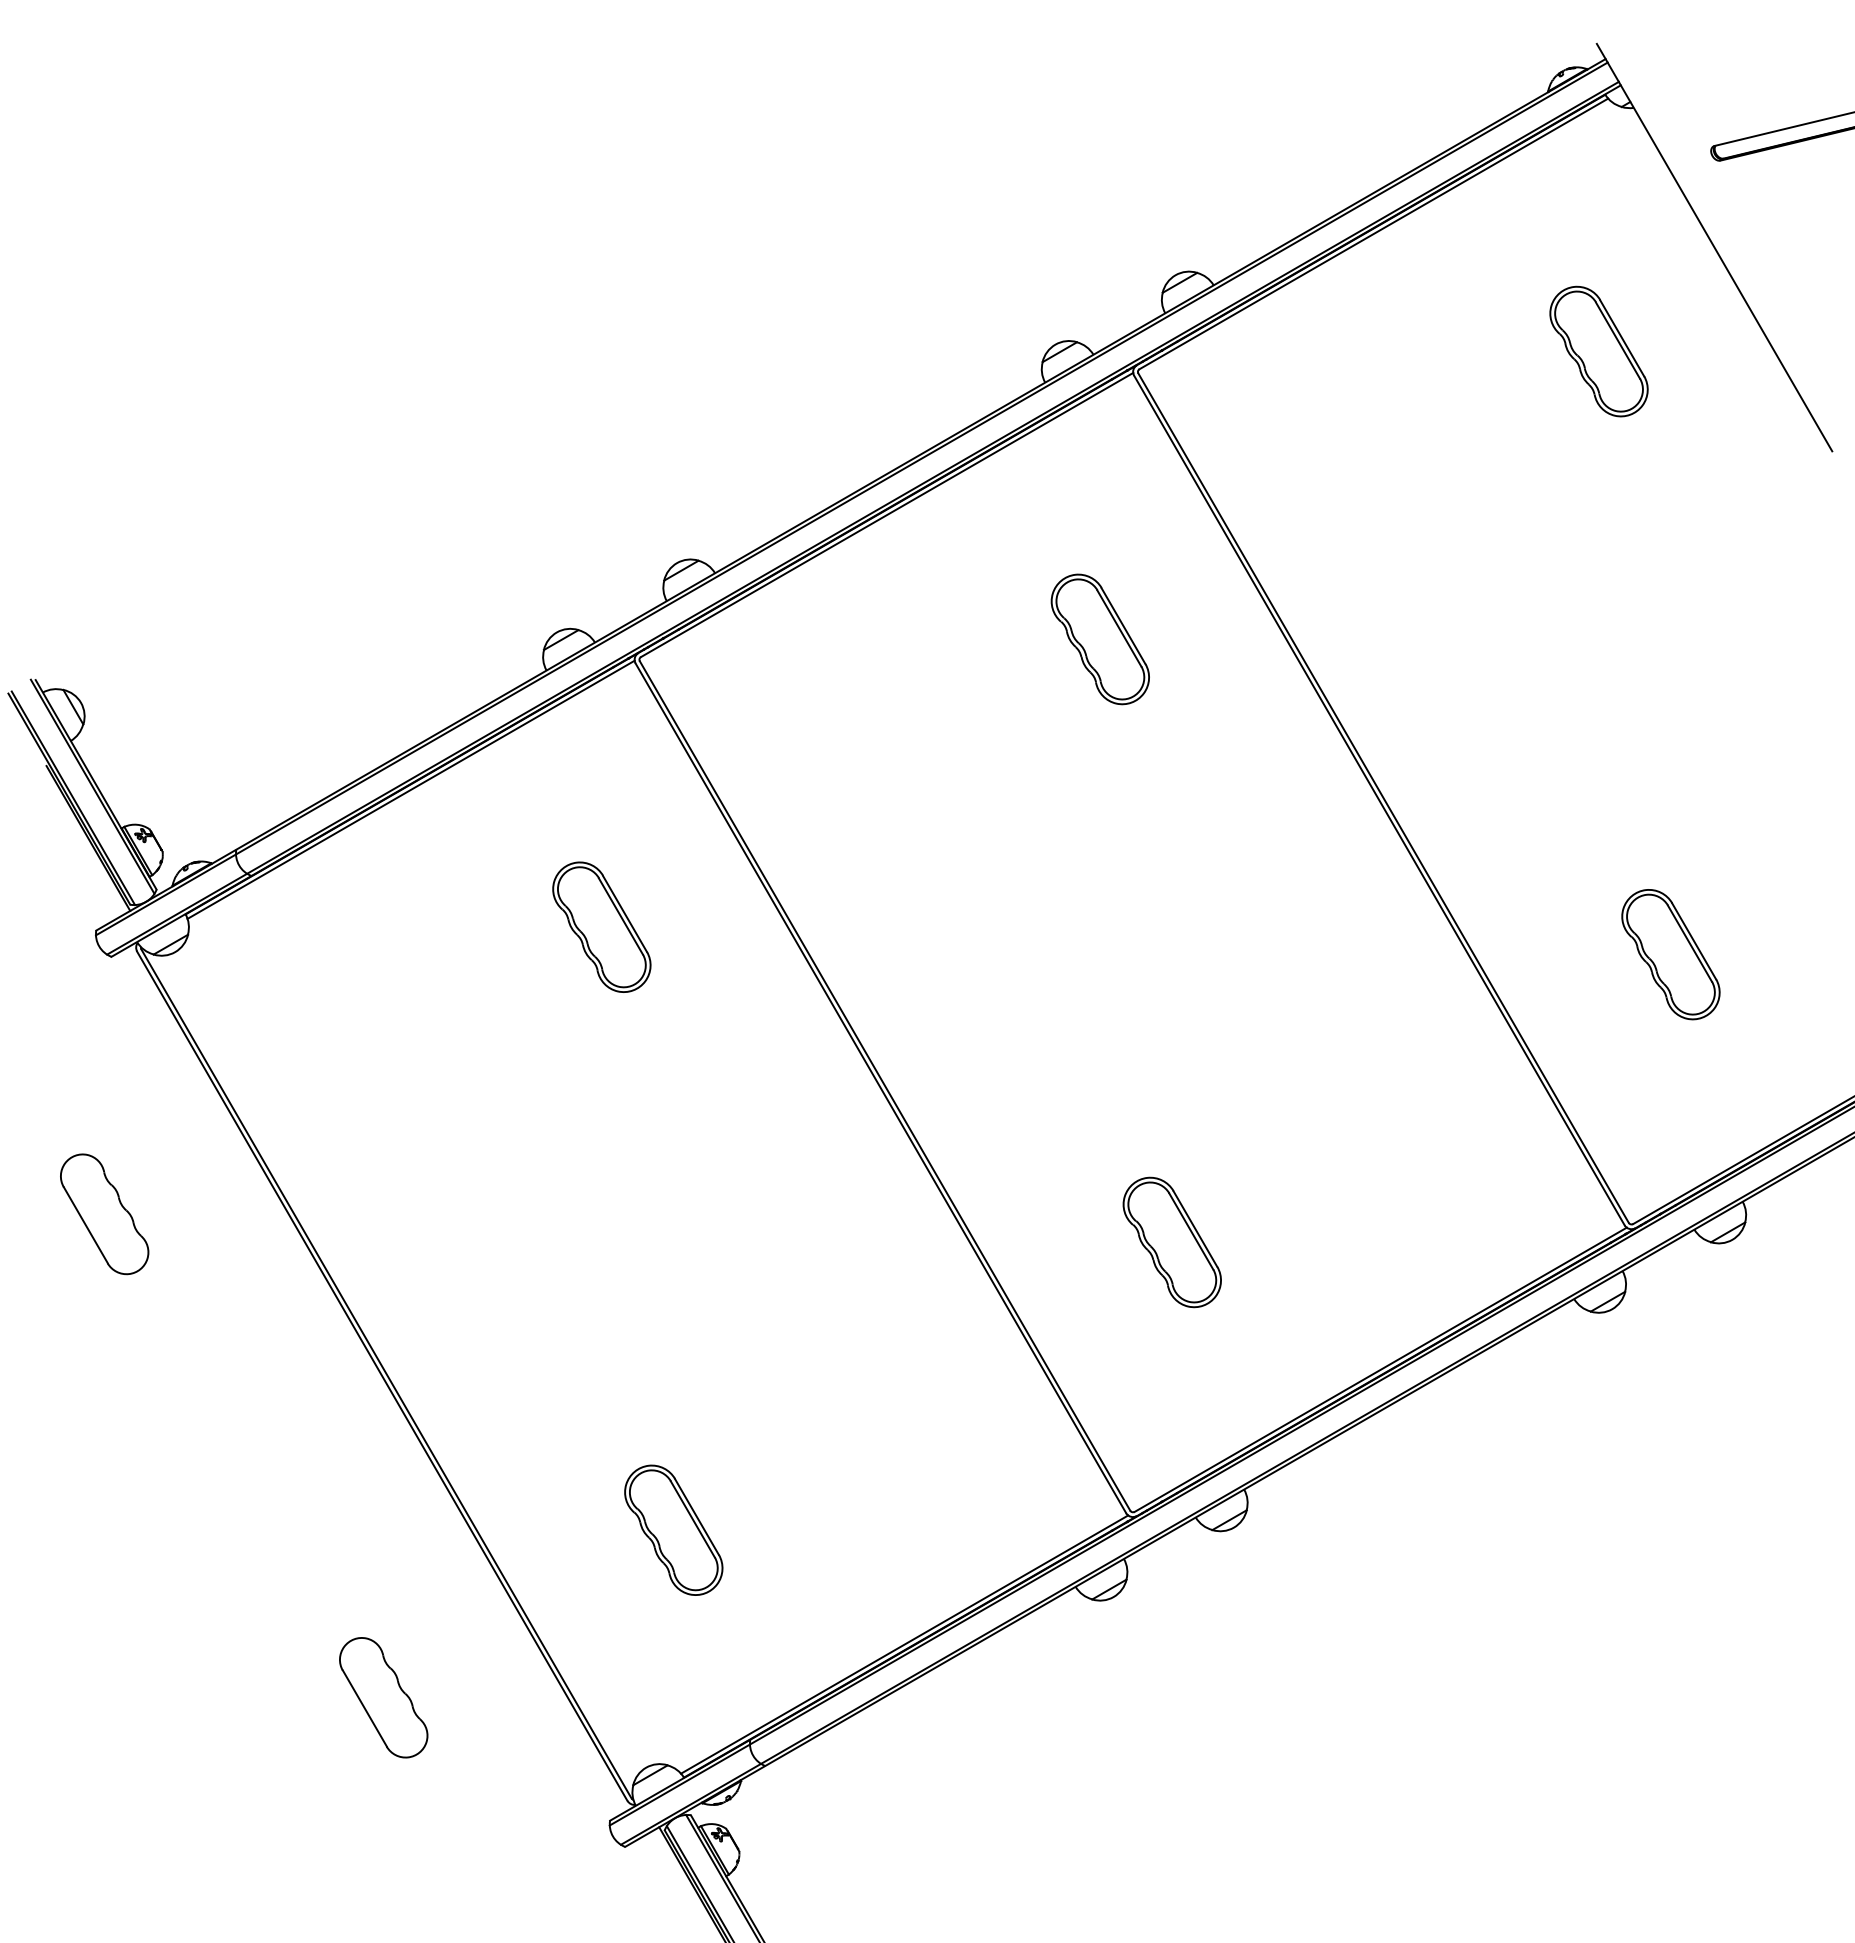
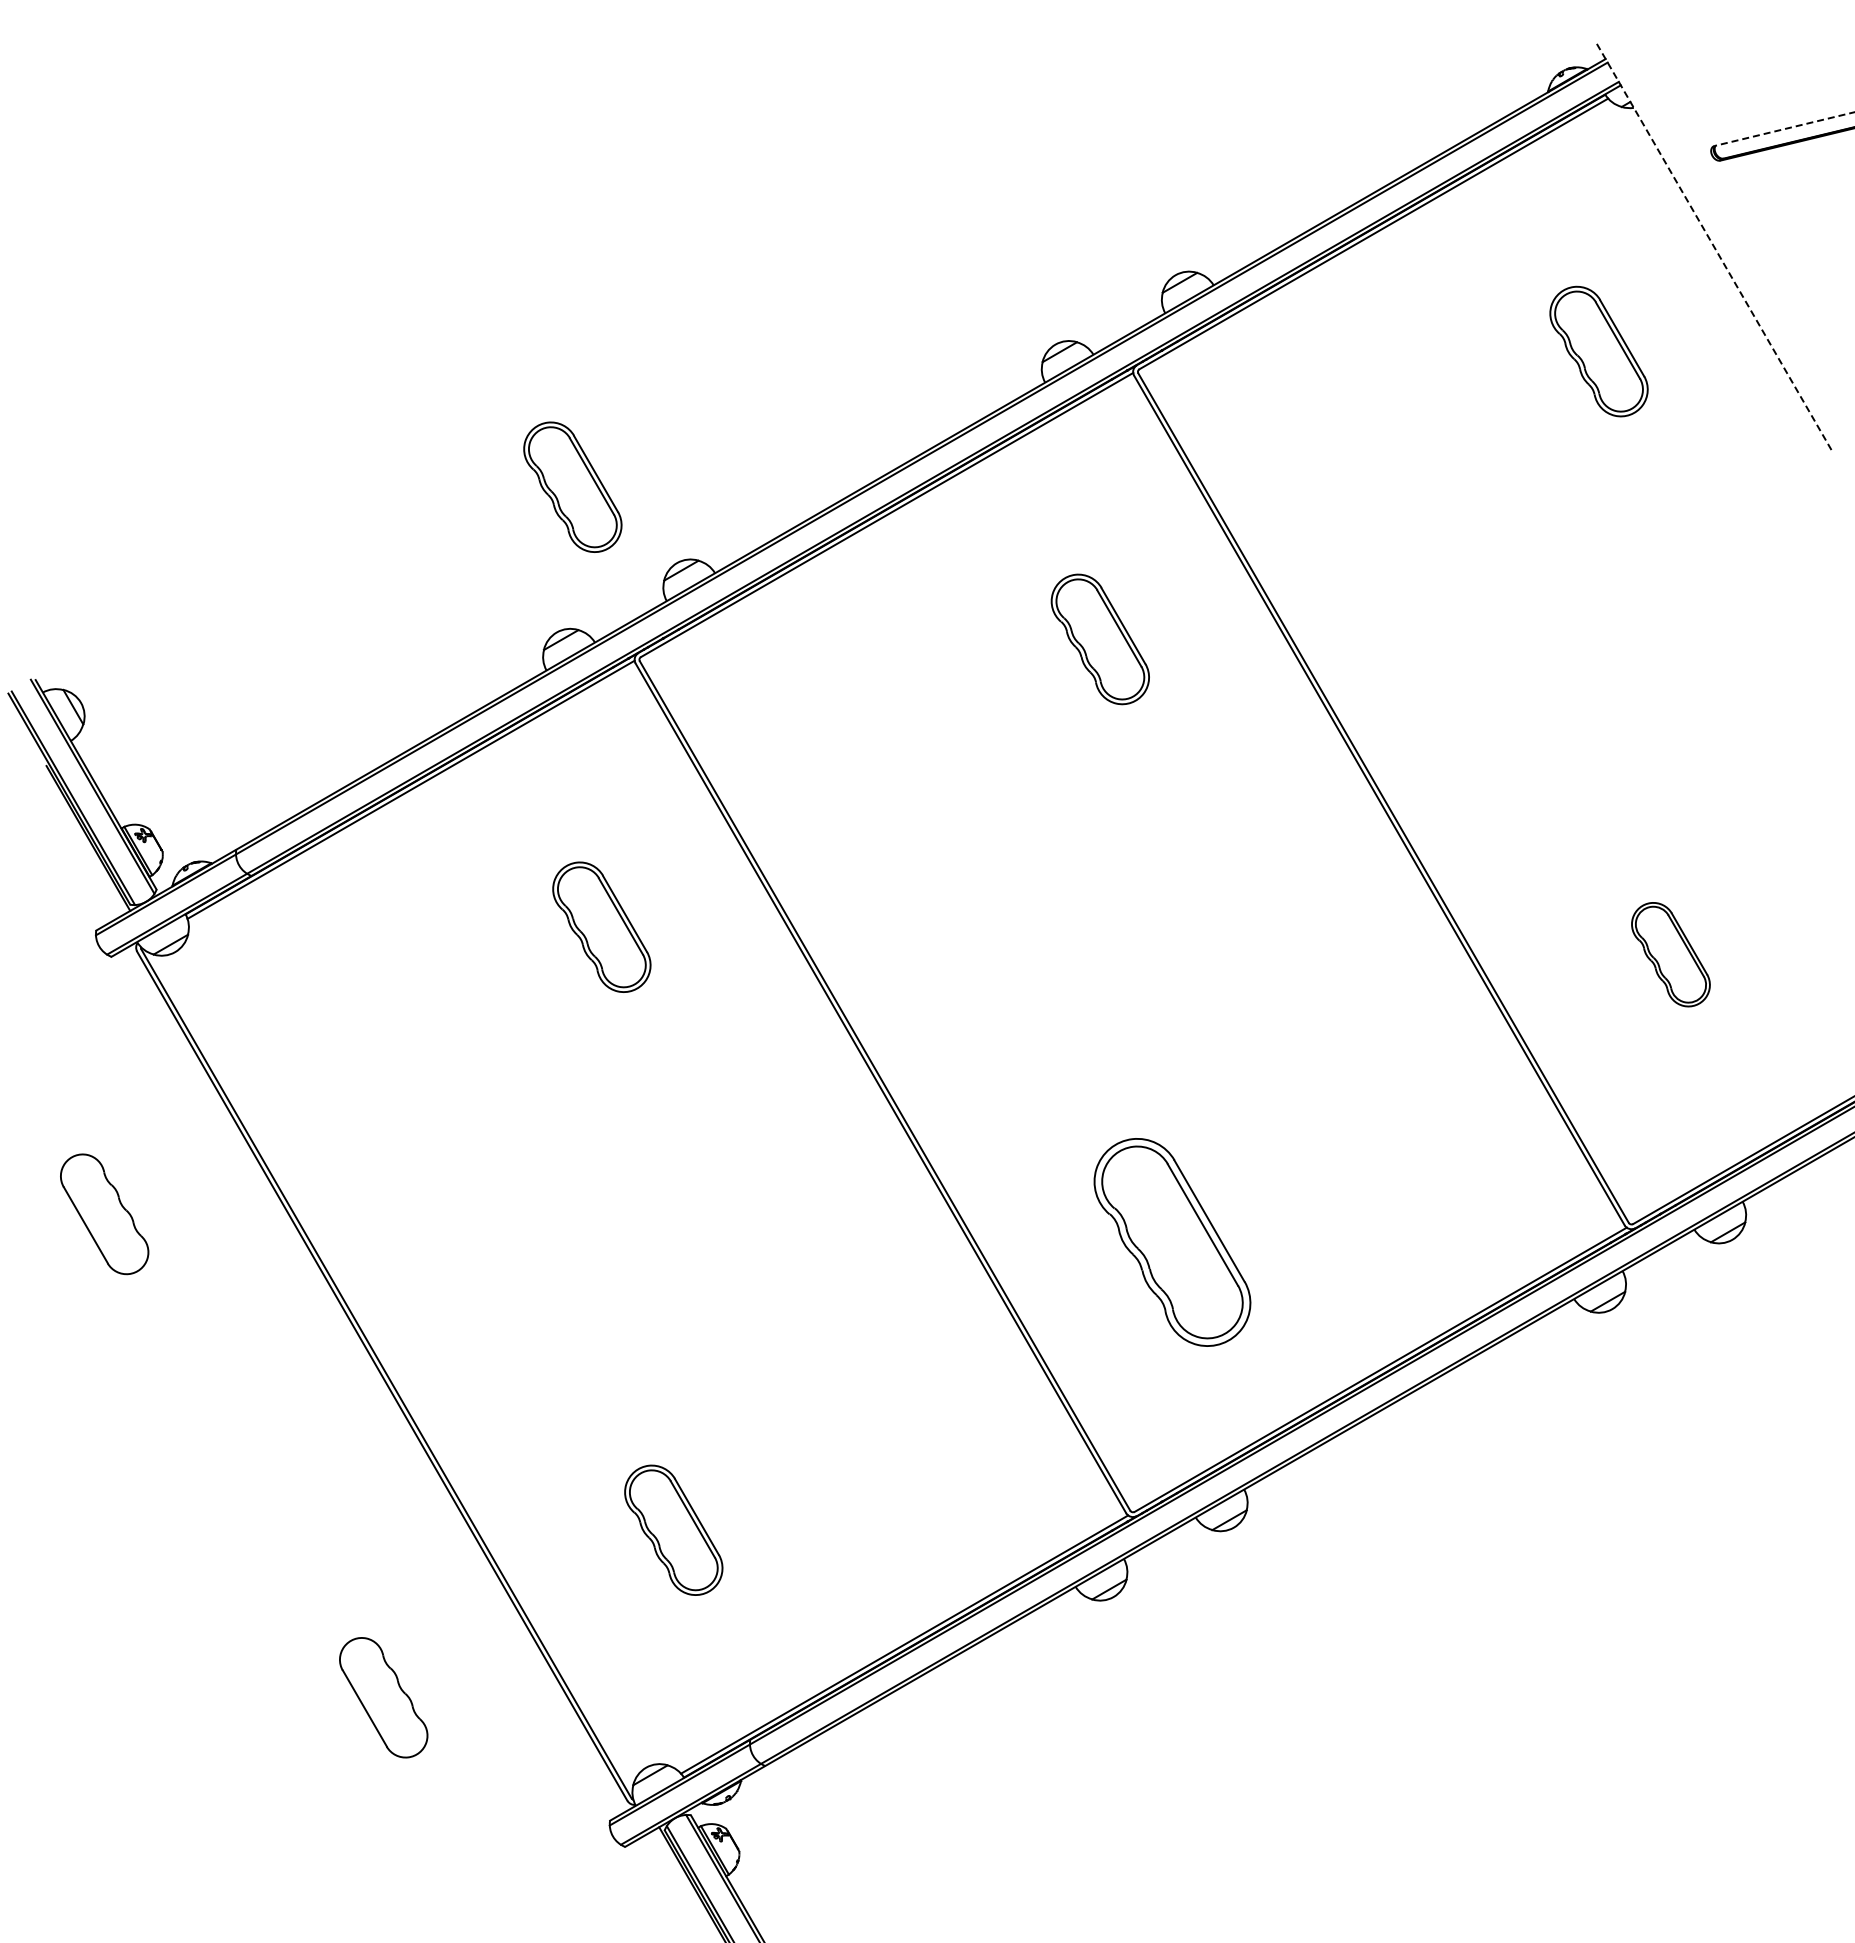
line at (1784, 129): solid -> dashed
line at (1714, 248): solid -> dashed
part at (572, 486): none -> present
part at (1670, 954) size: 100x132 px -> 80x106 px
part at (1171, 1242) size: 100x133 px -> 159x209 px
